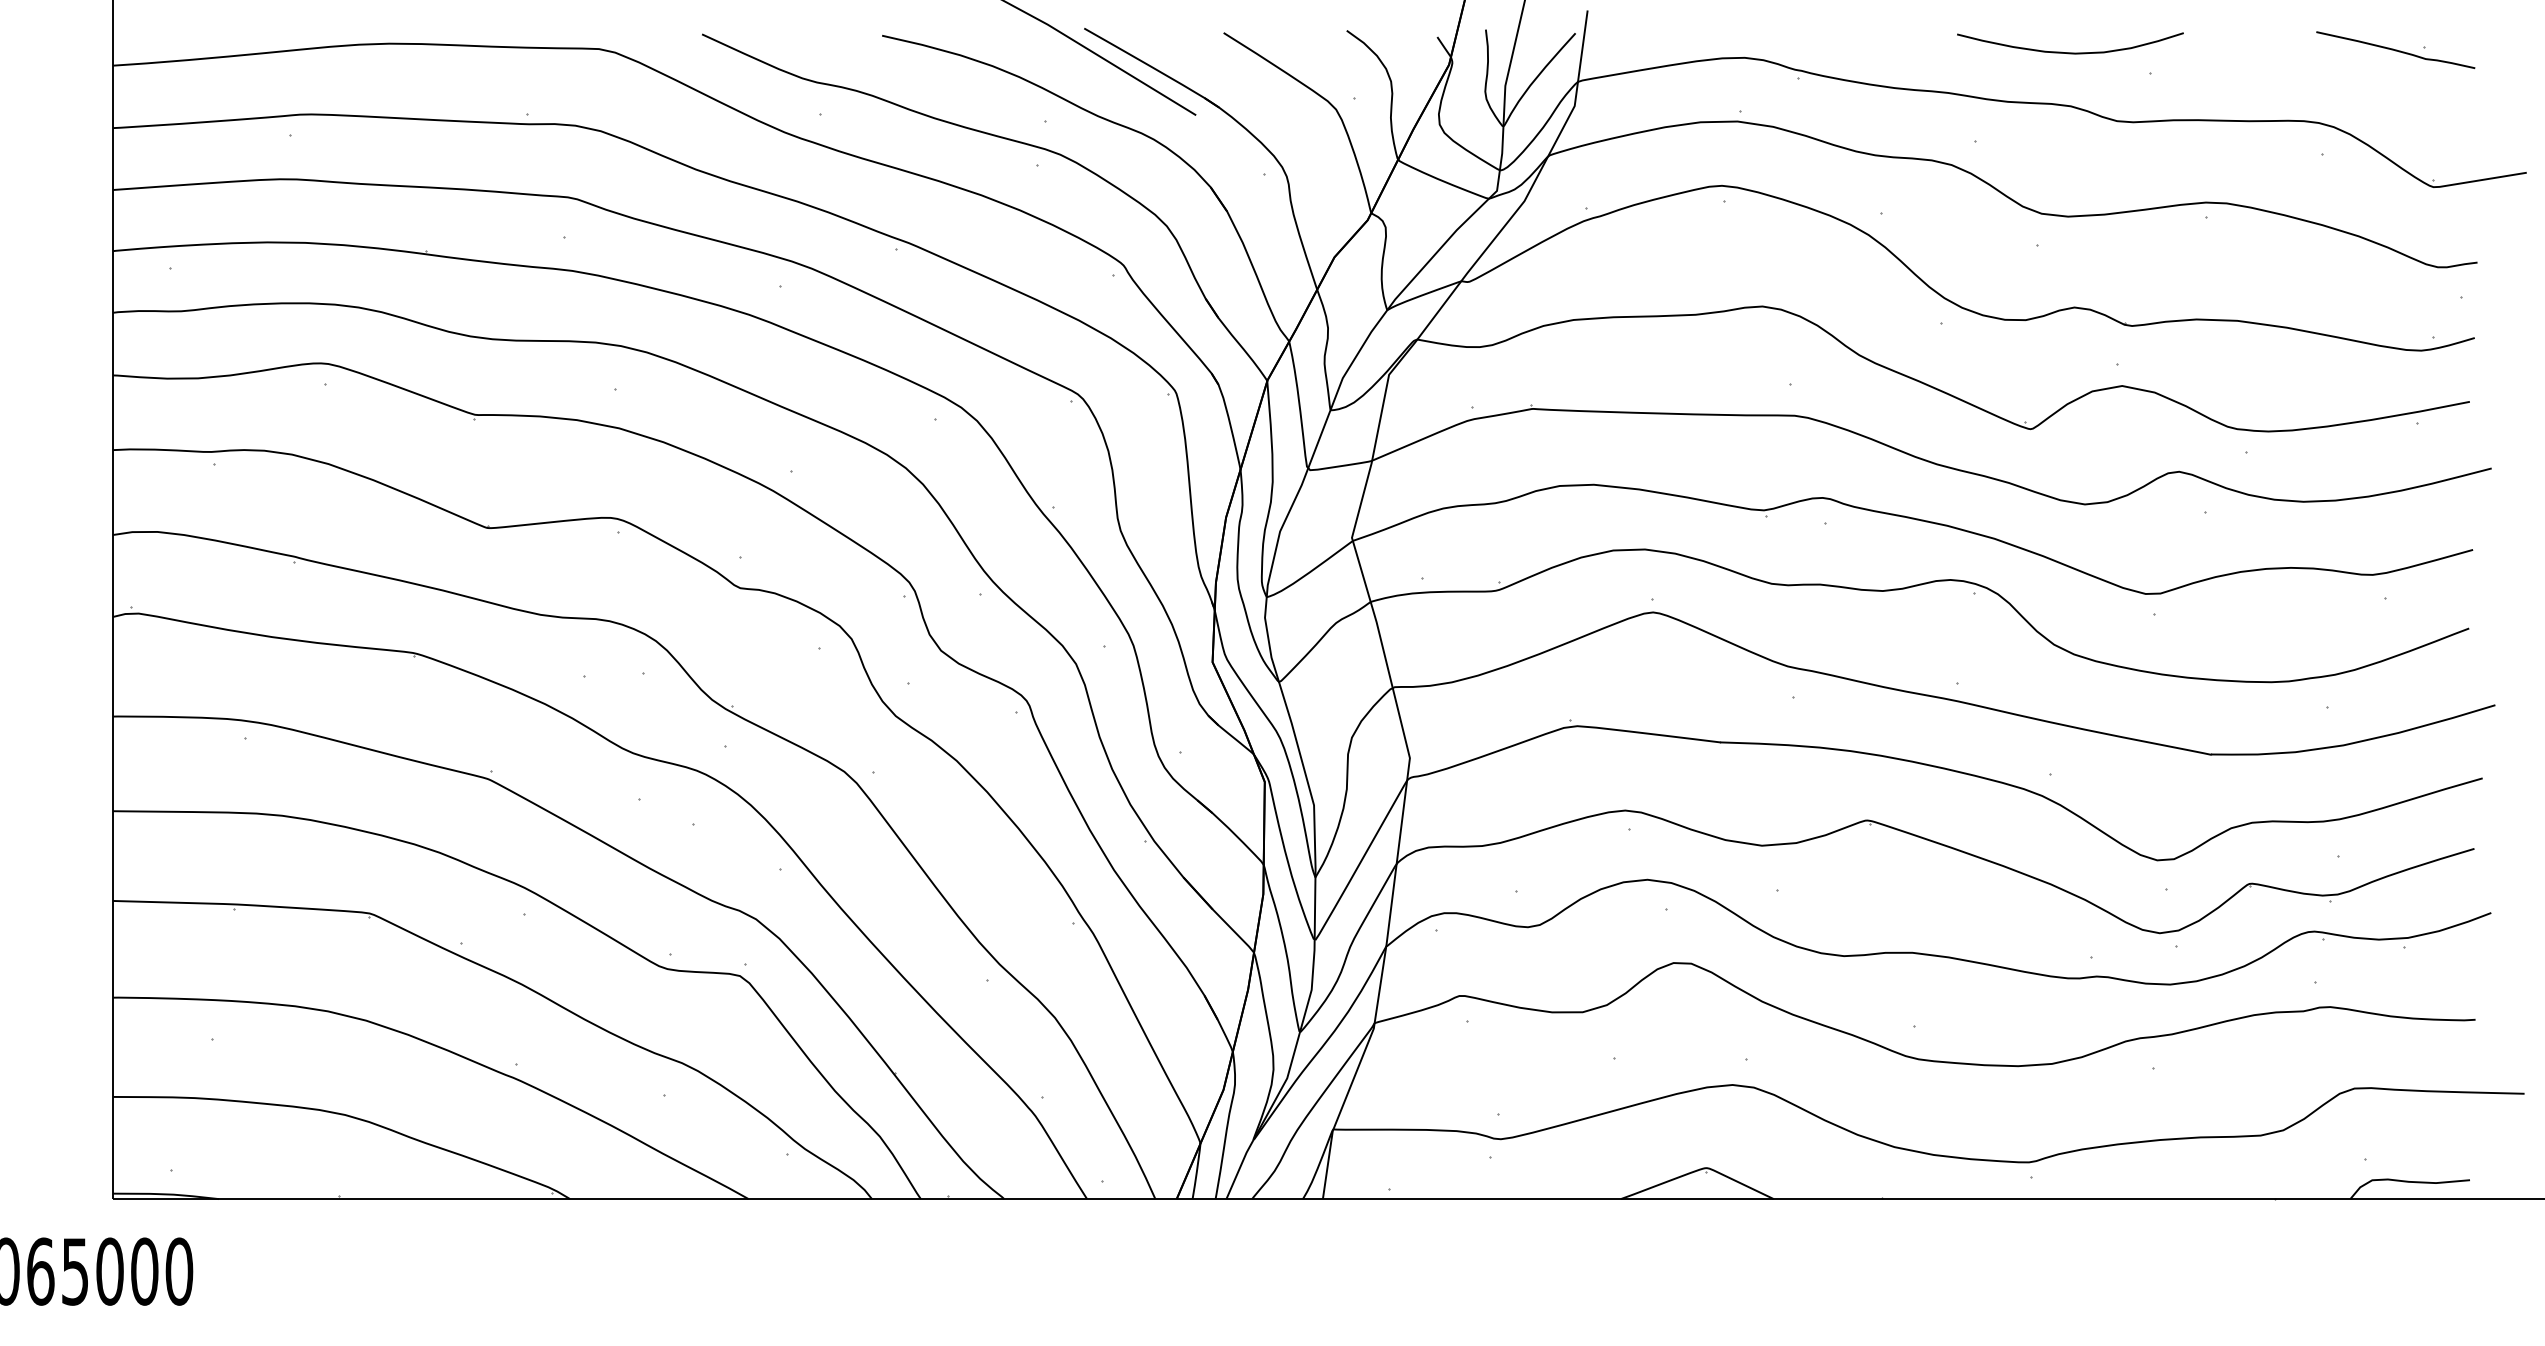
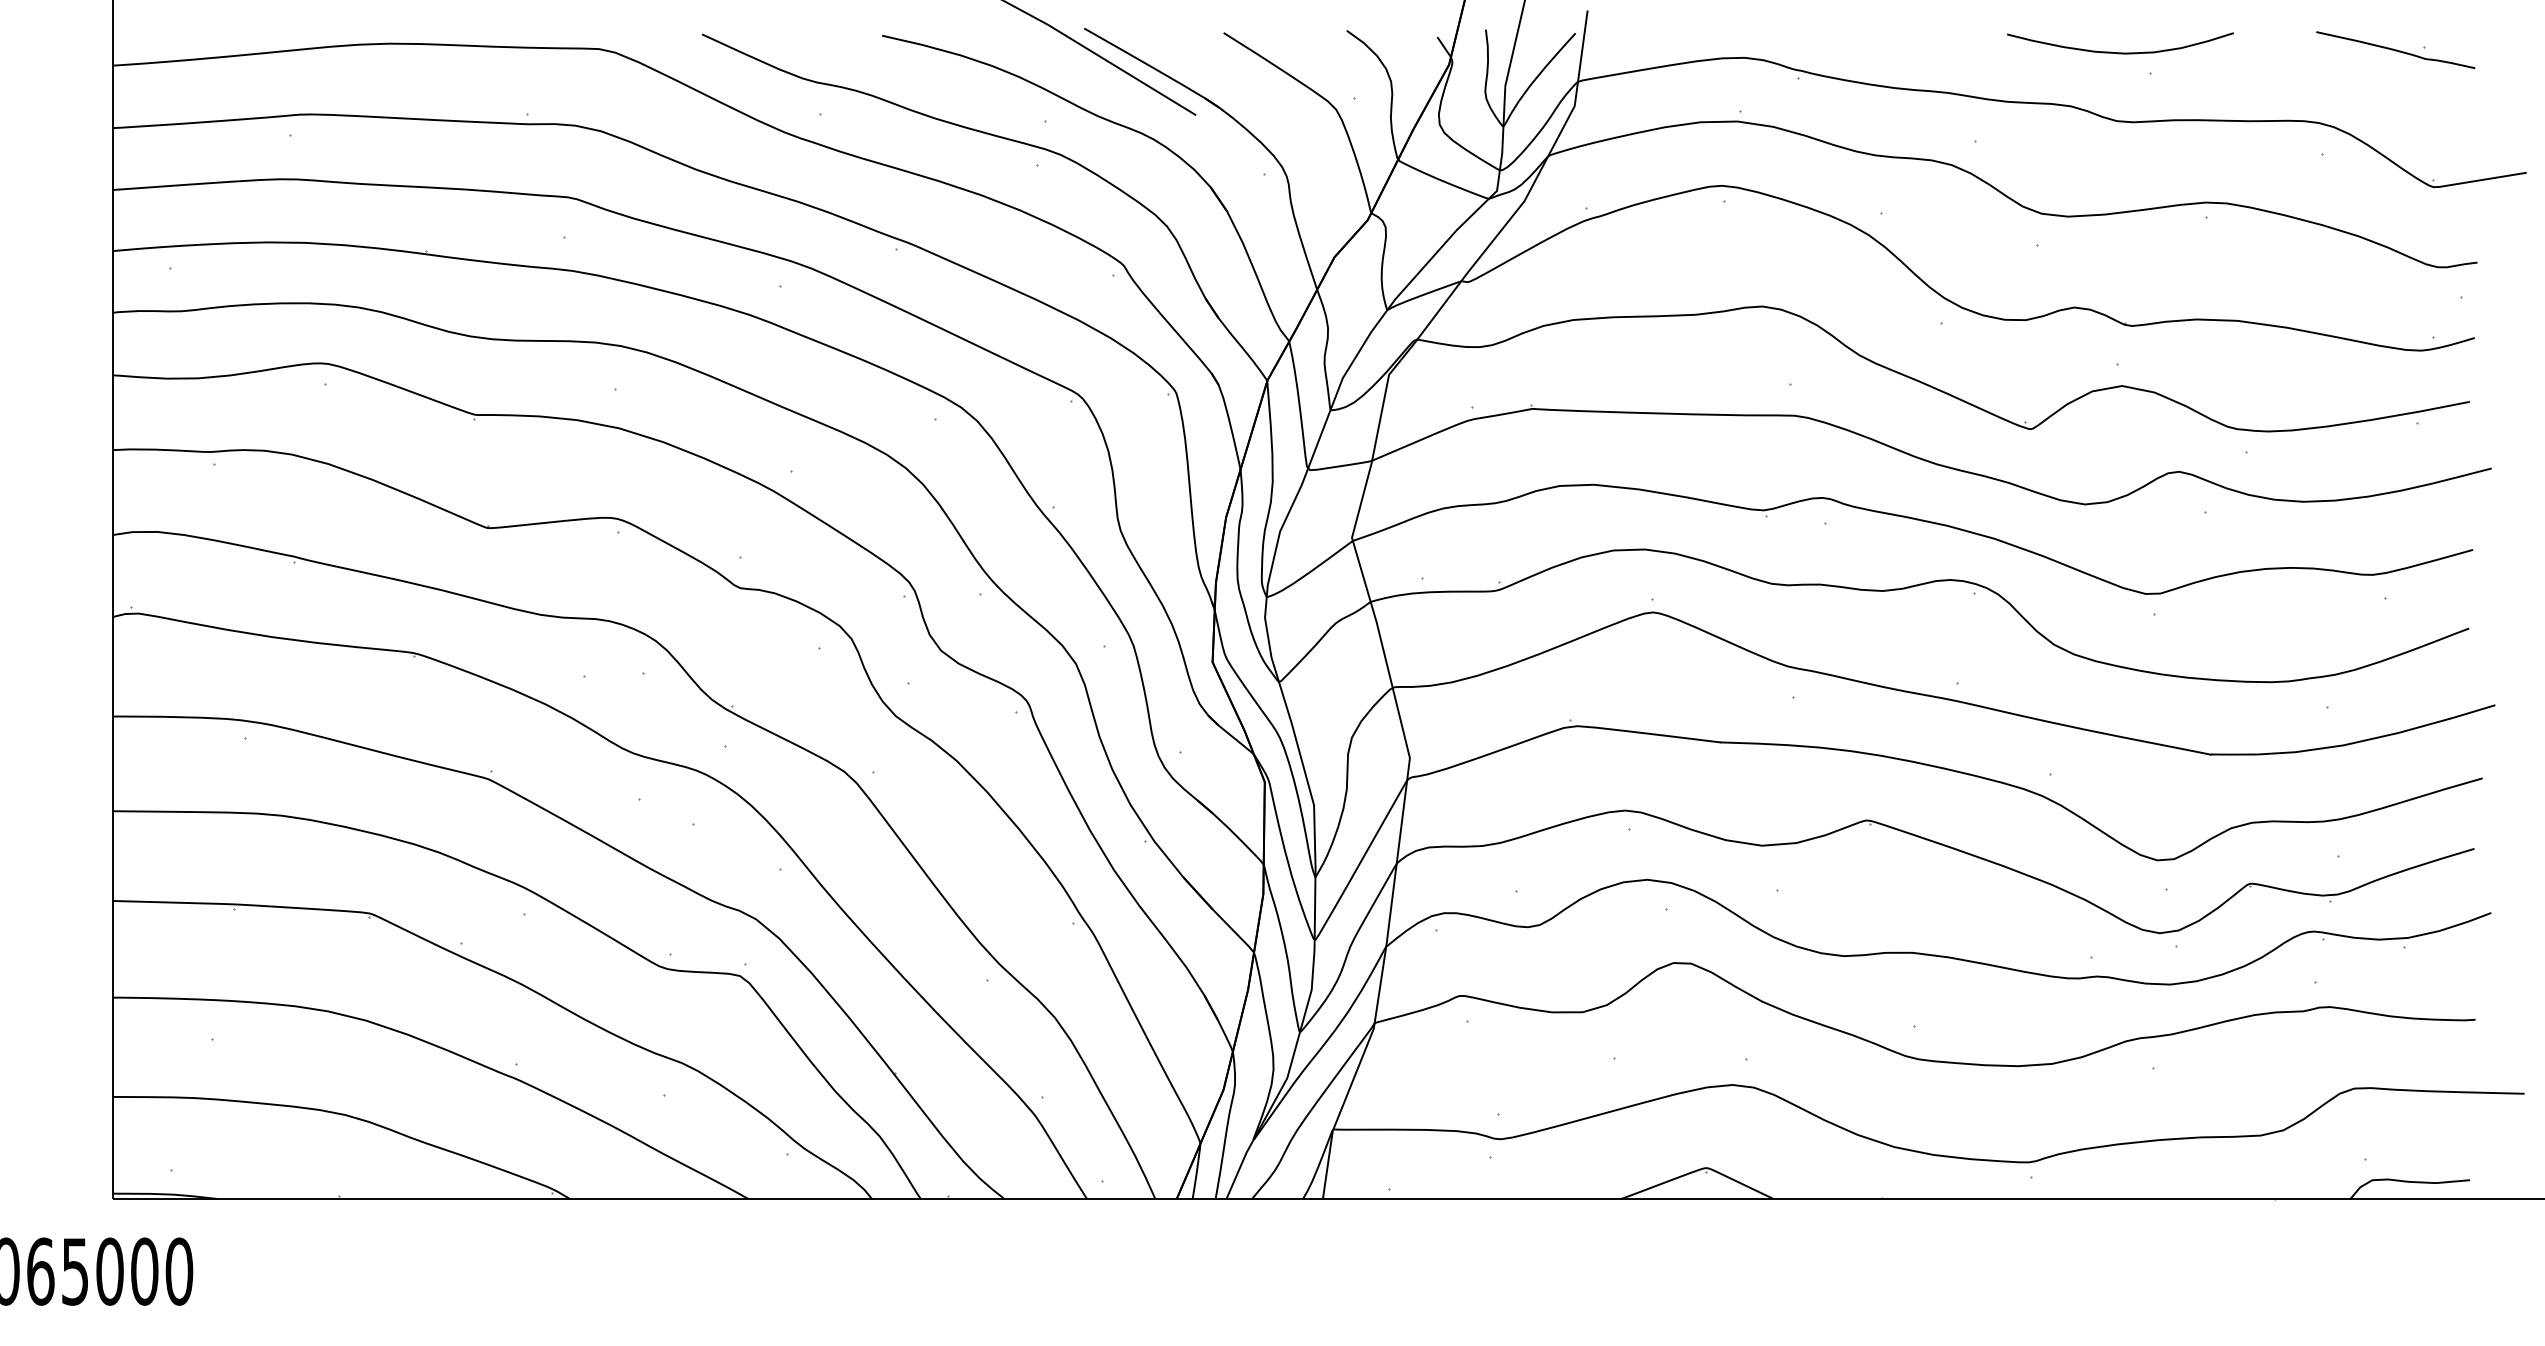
curve at (2070, 52) position: (2070, 52) -> (2120, 52)
